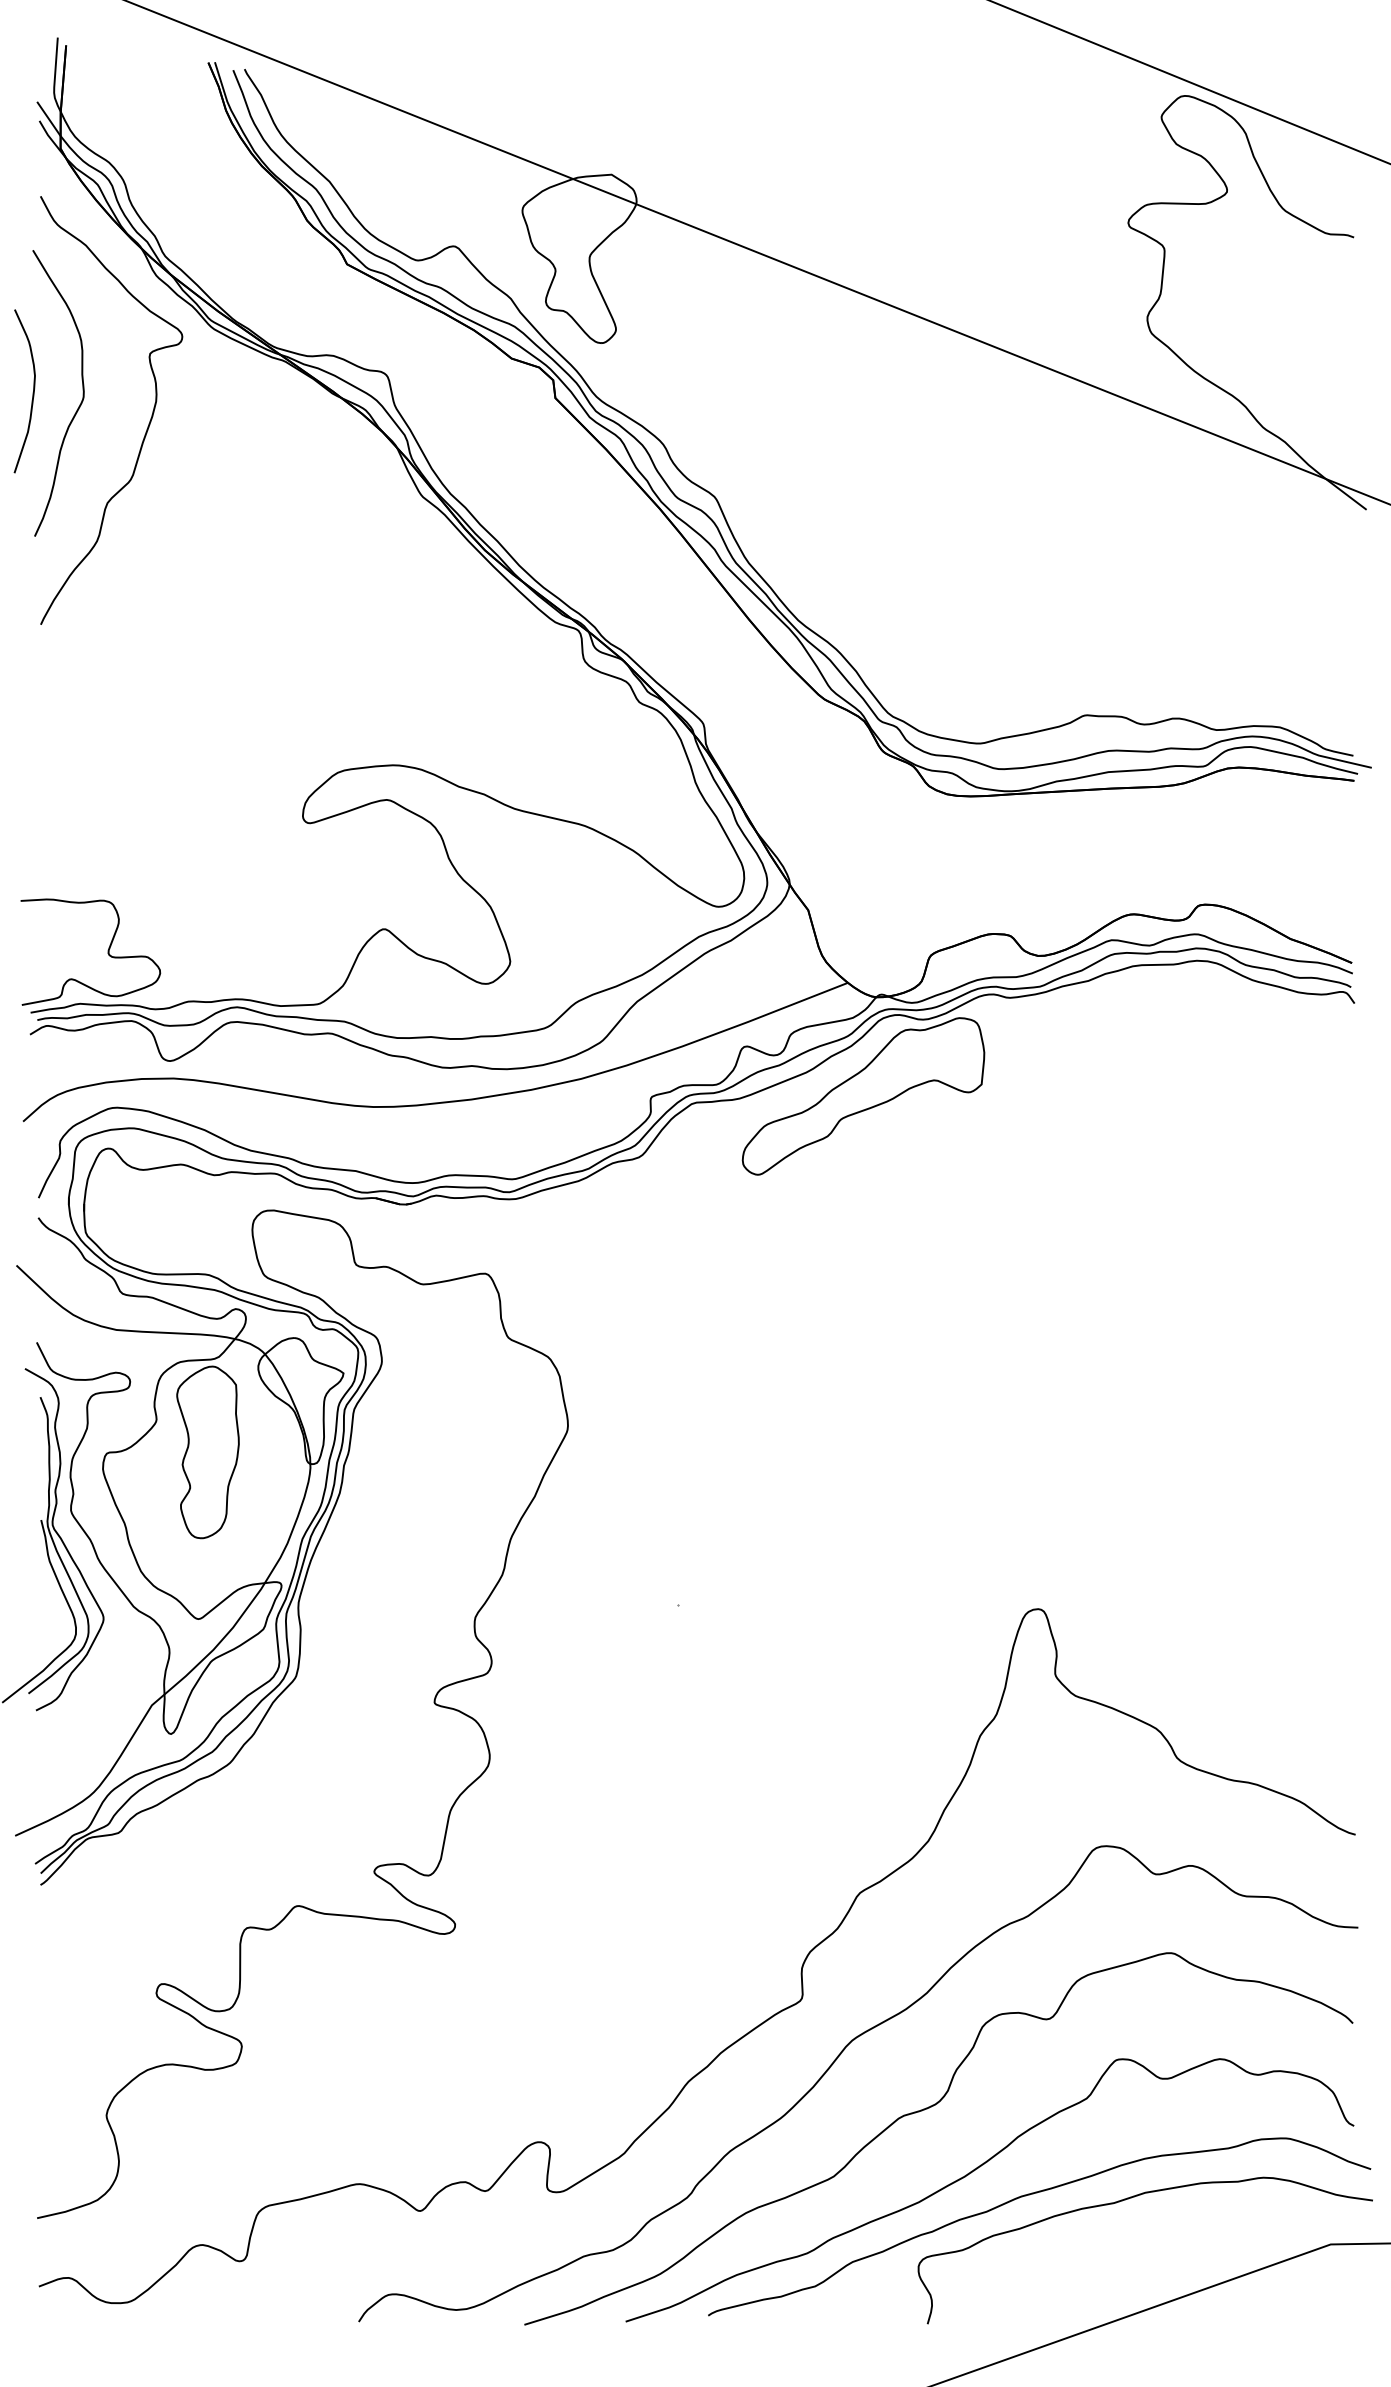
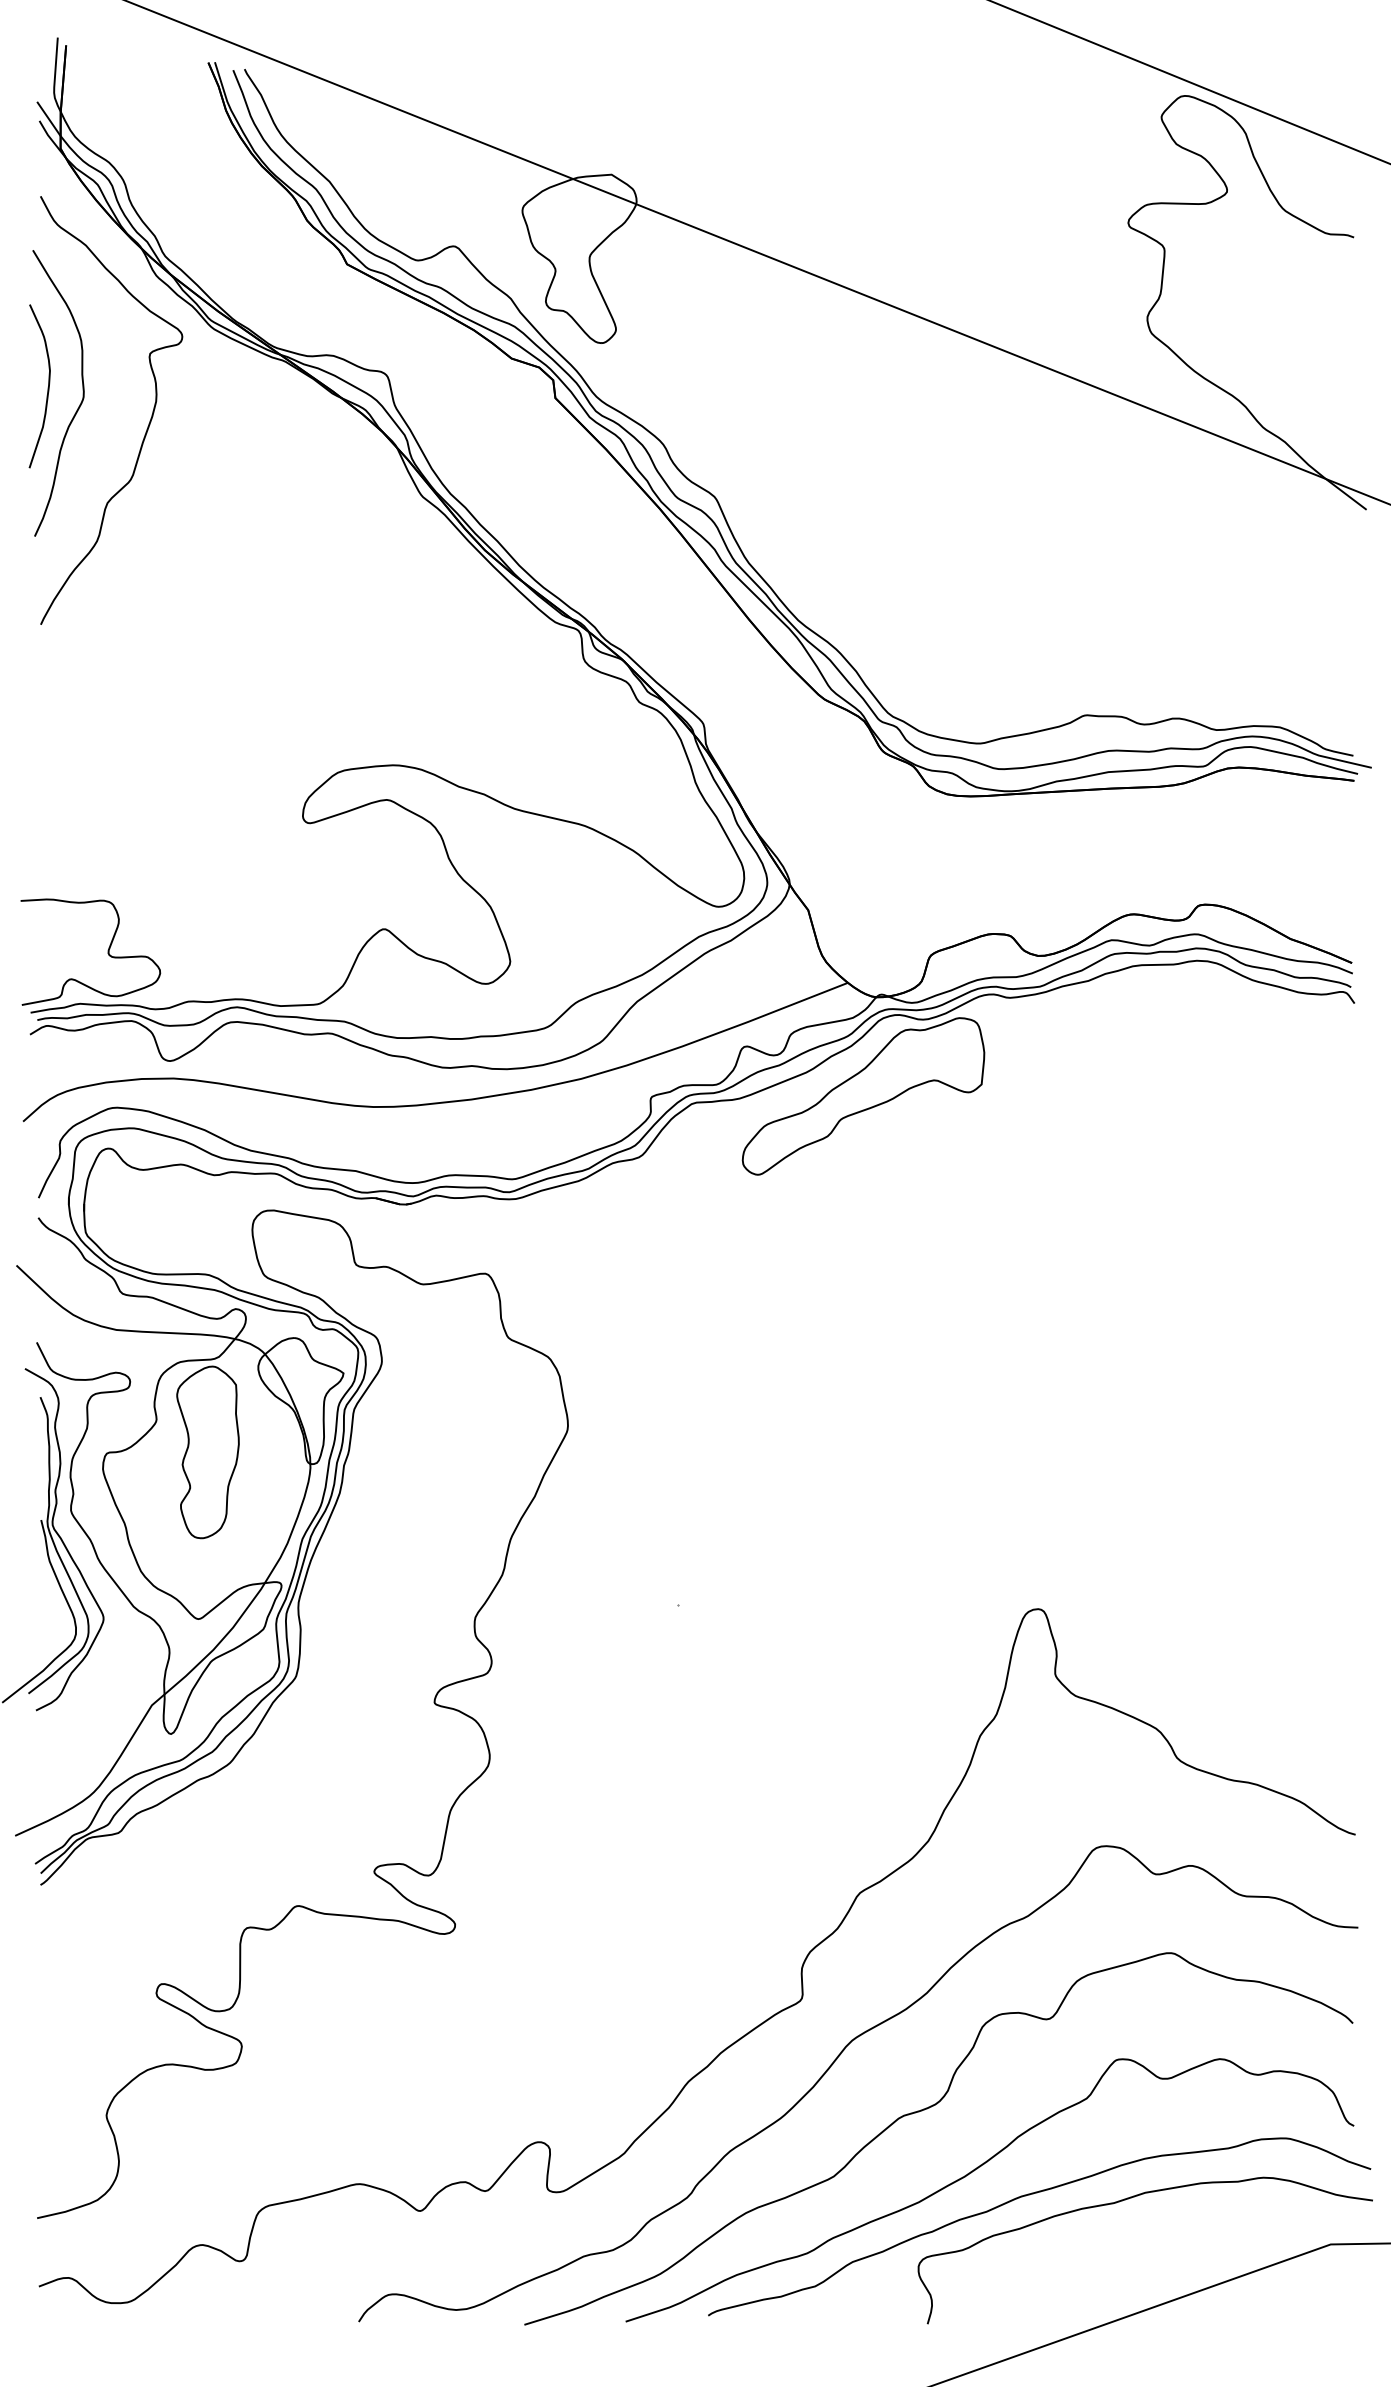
curve at (32, 392) position: (32, 392) -> (47, 387)
